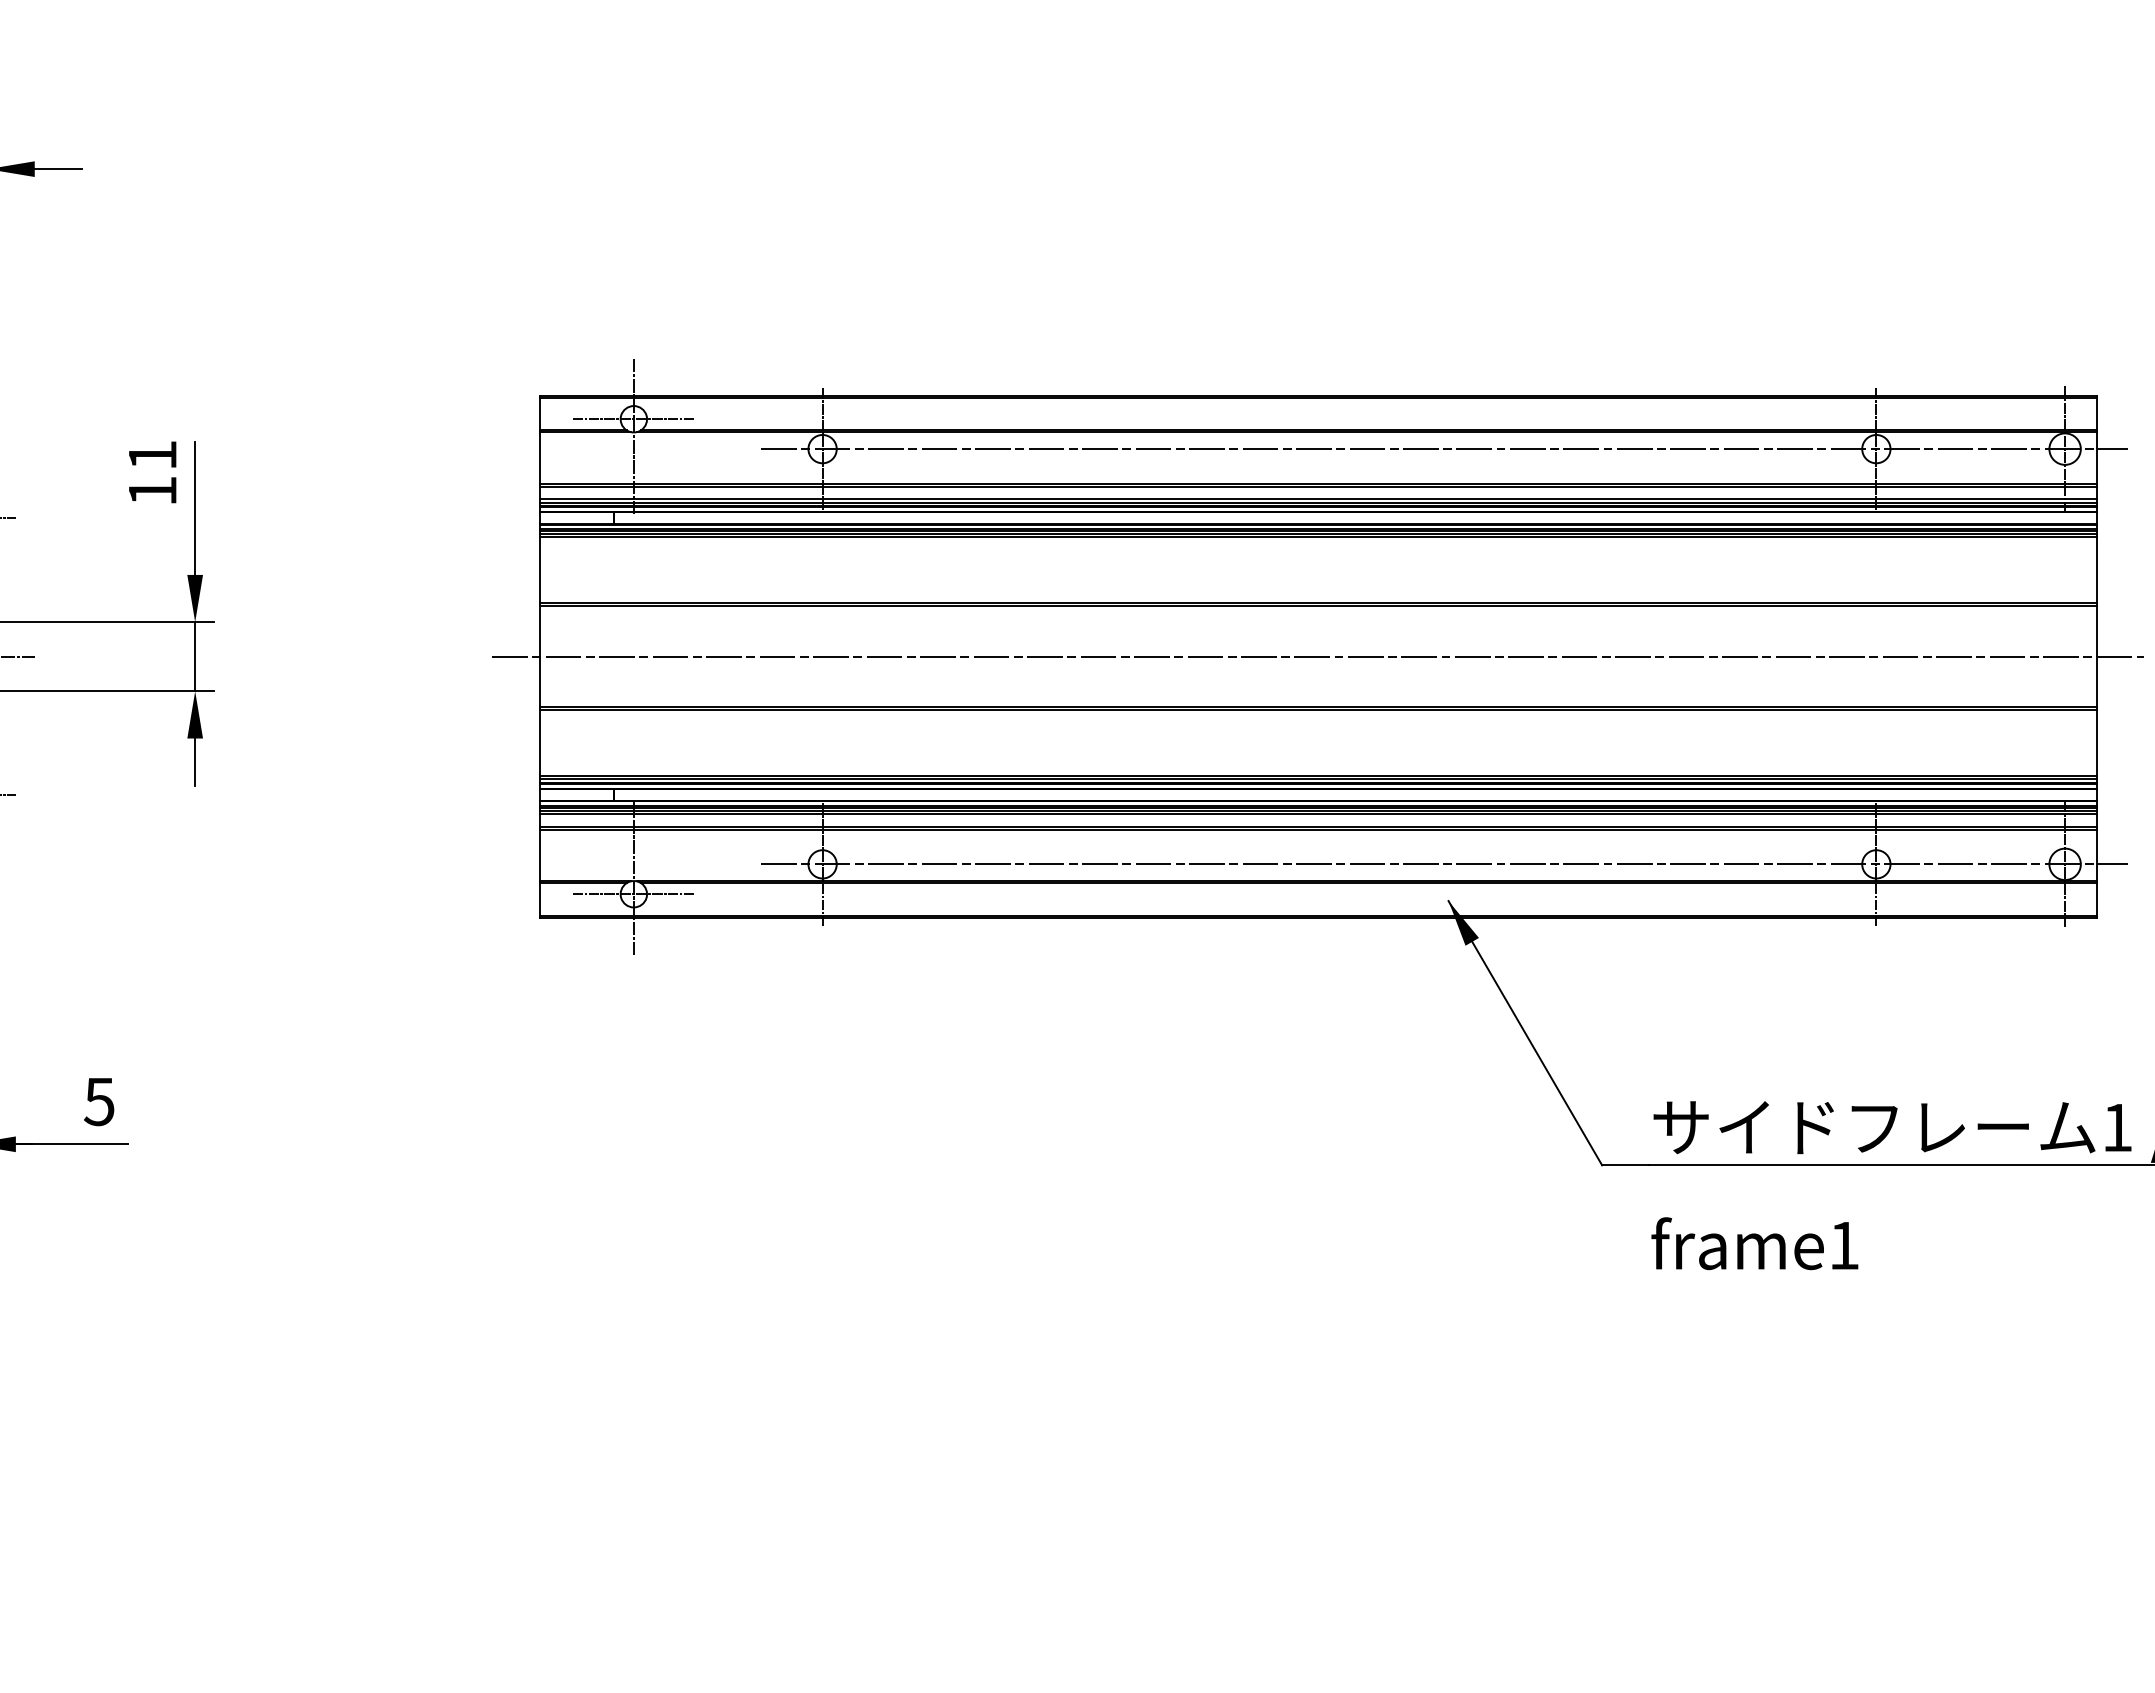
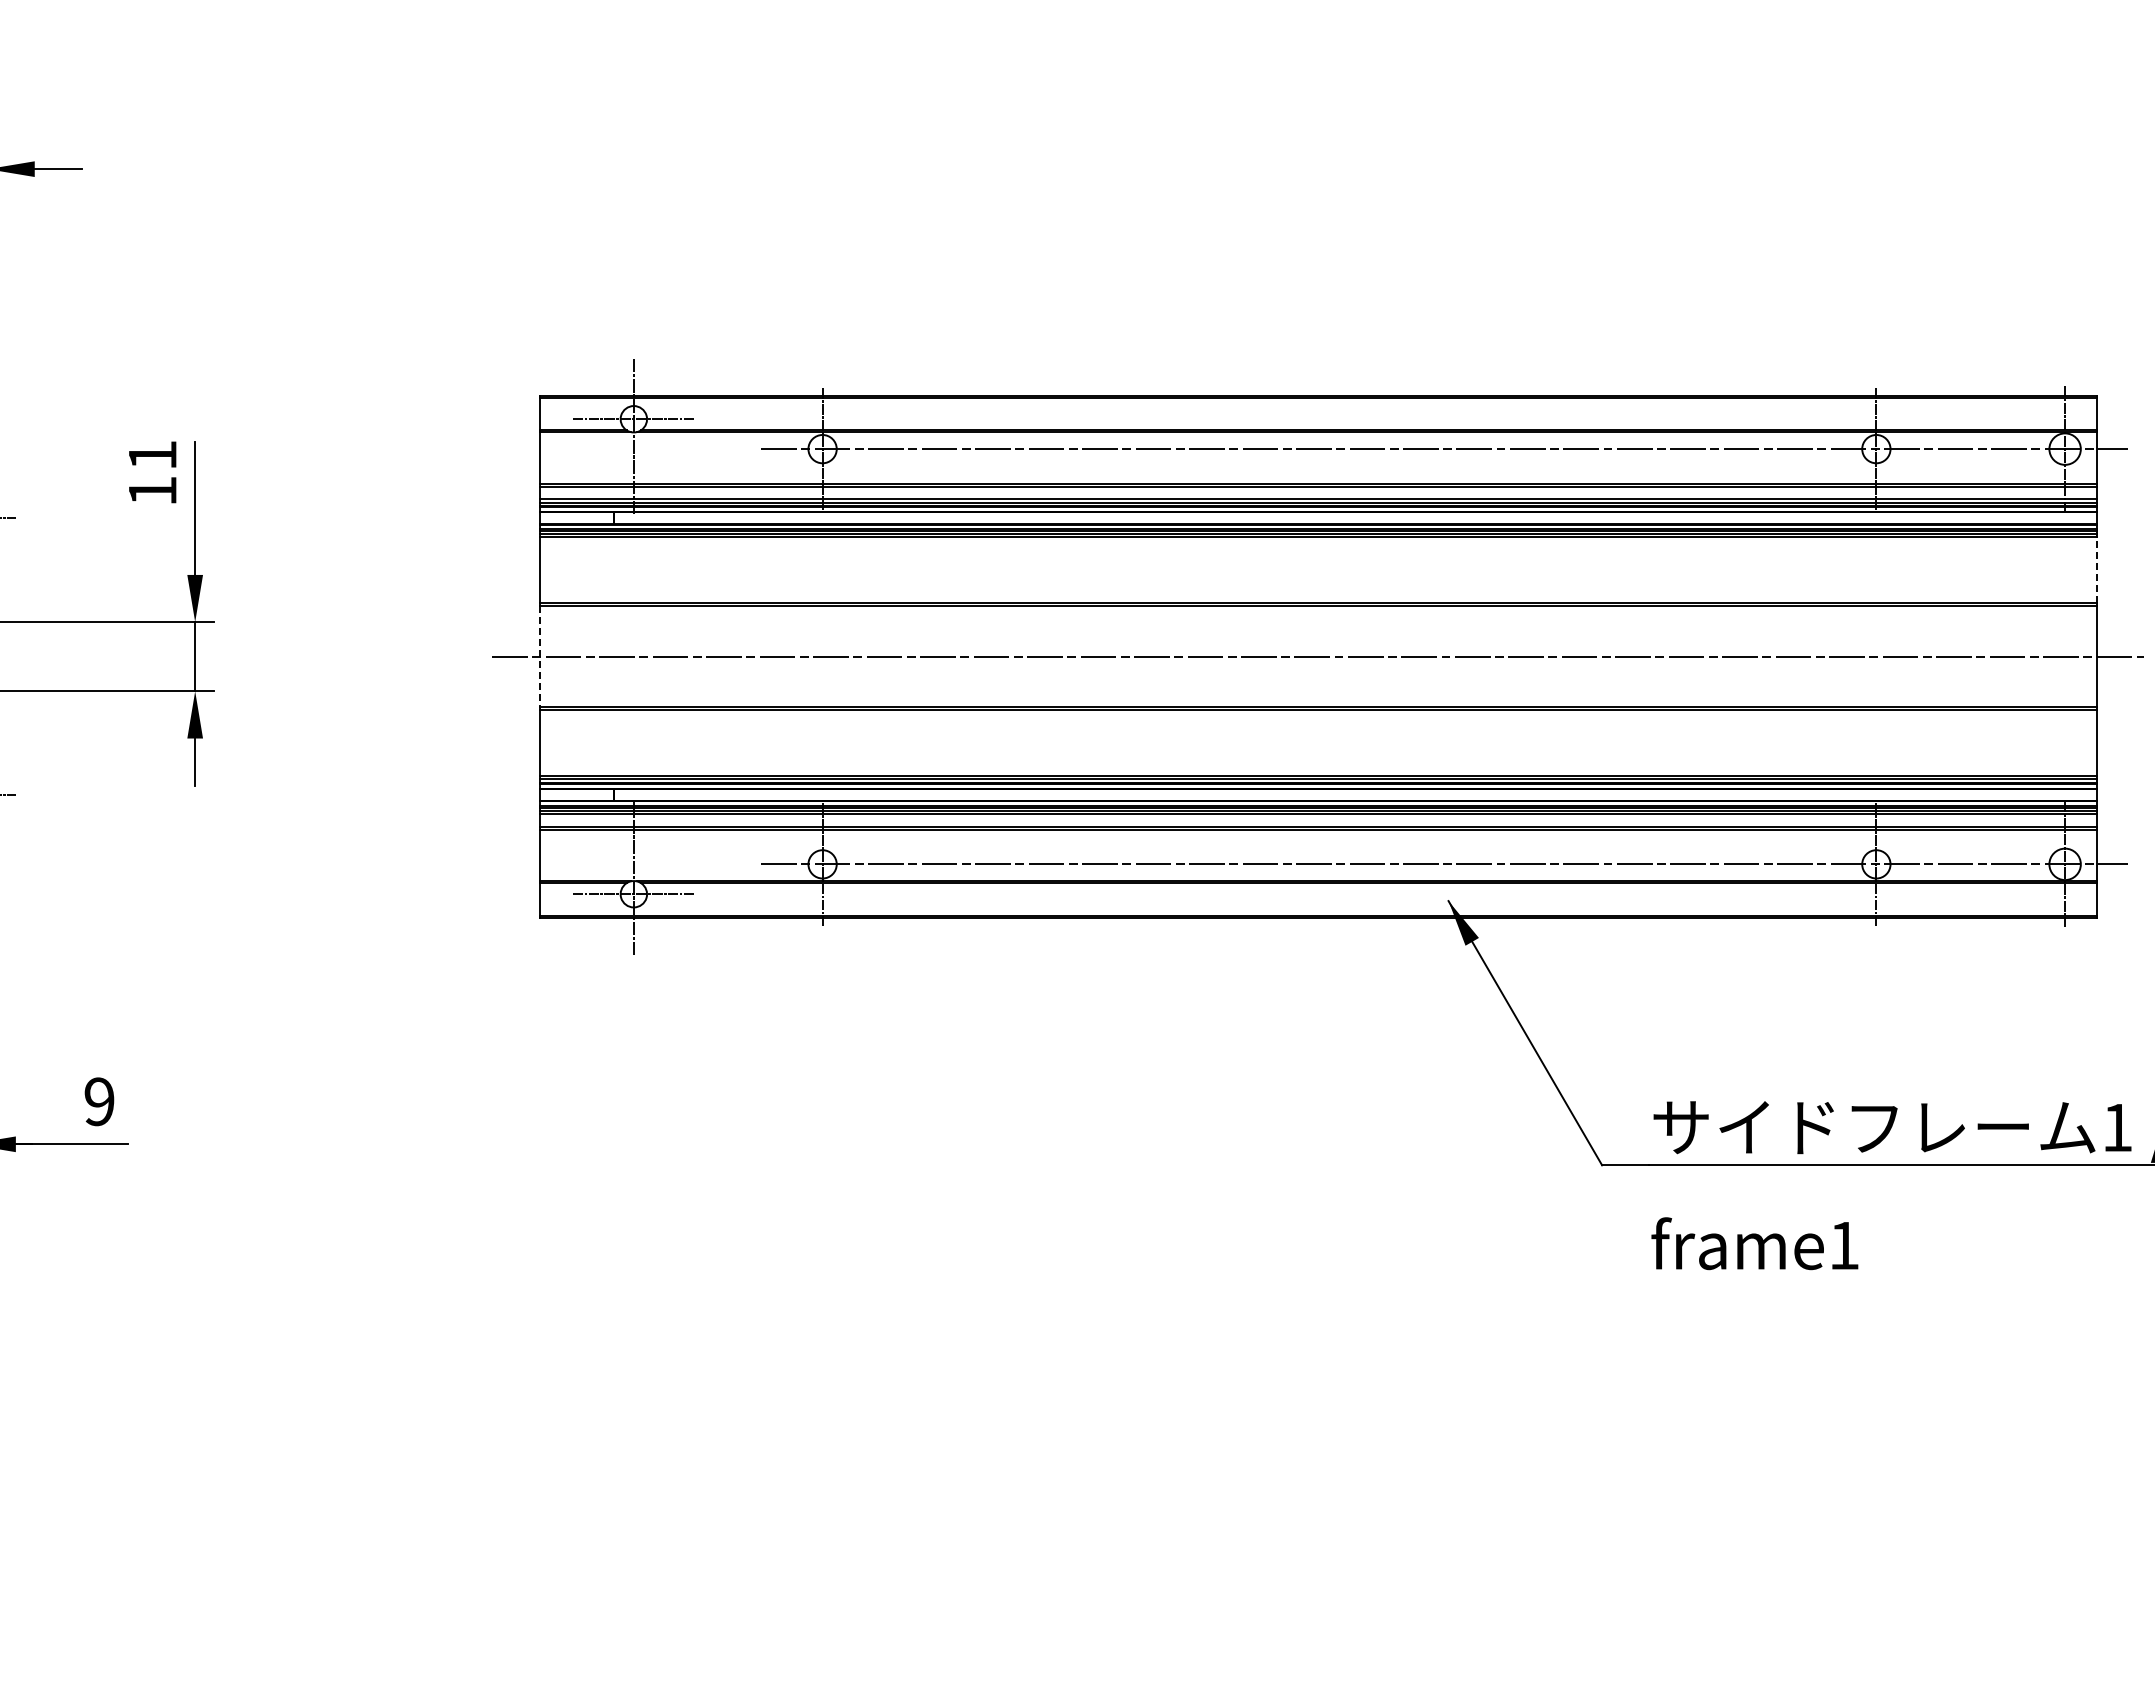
line at (2096, 569): solid -> dashed
line at (18, 656): present -> none
line at (539, 657): solid -> dashed
text at (99, 1101): 5 -> 9
